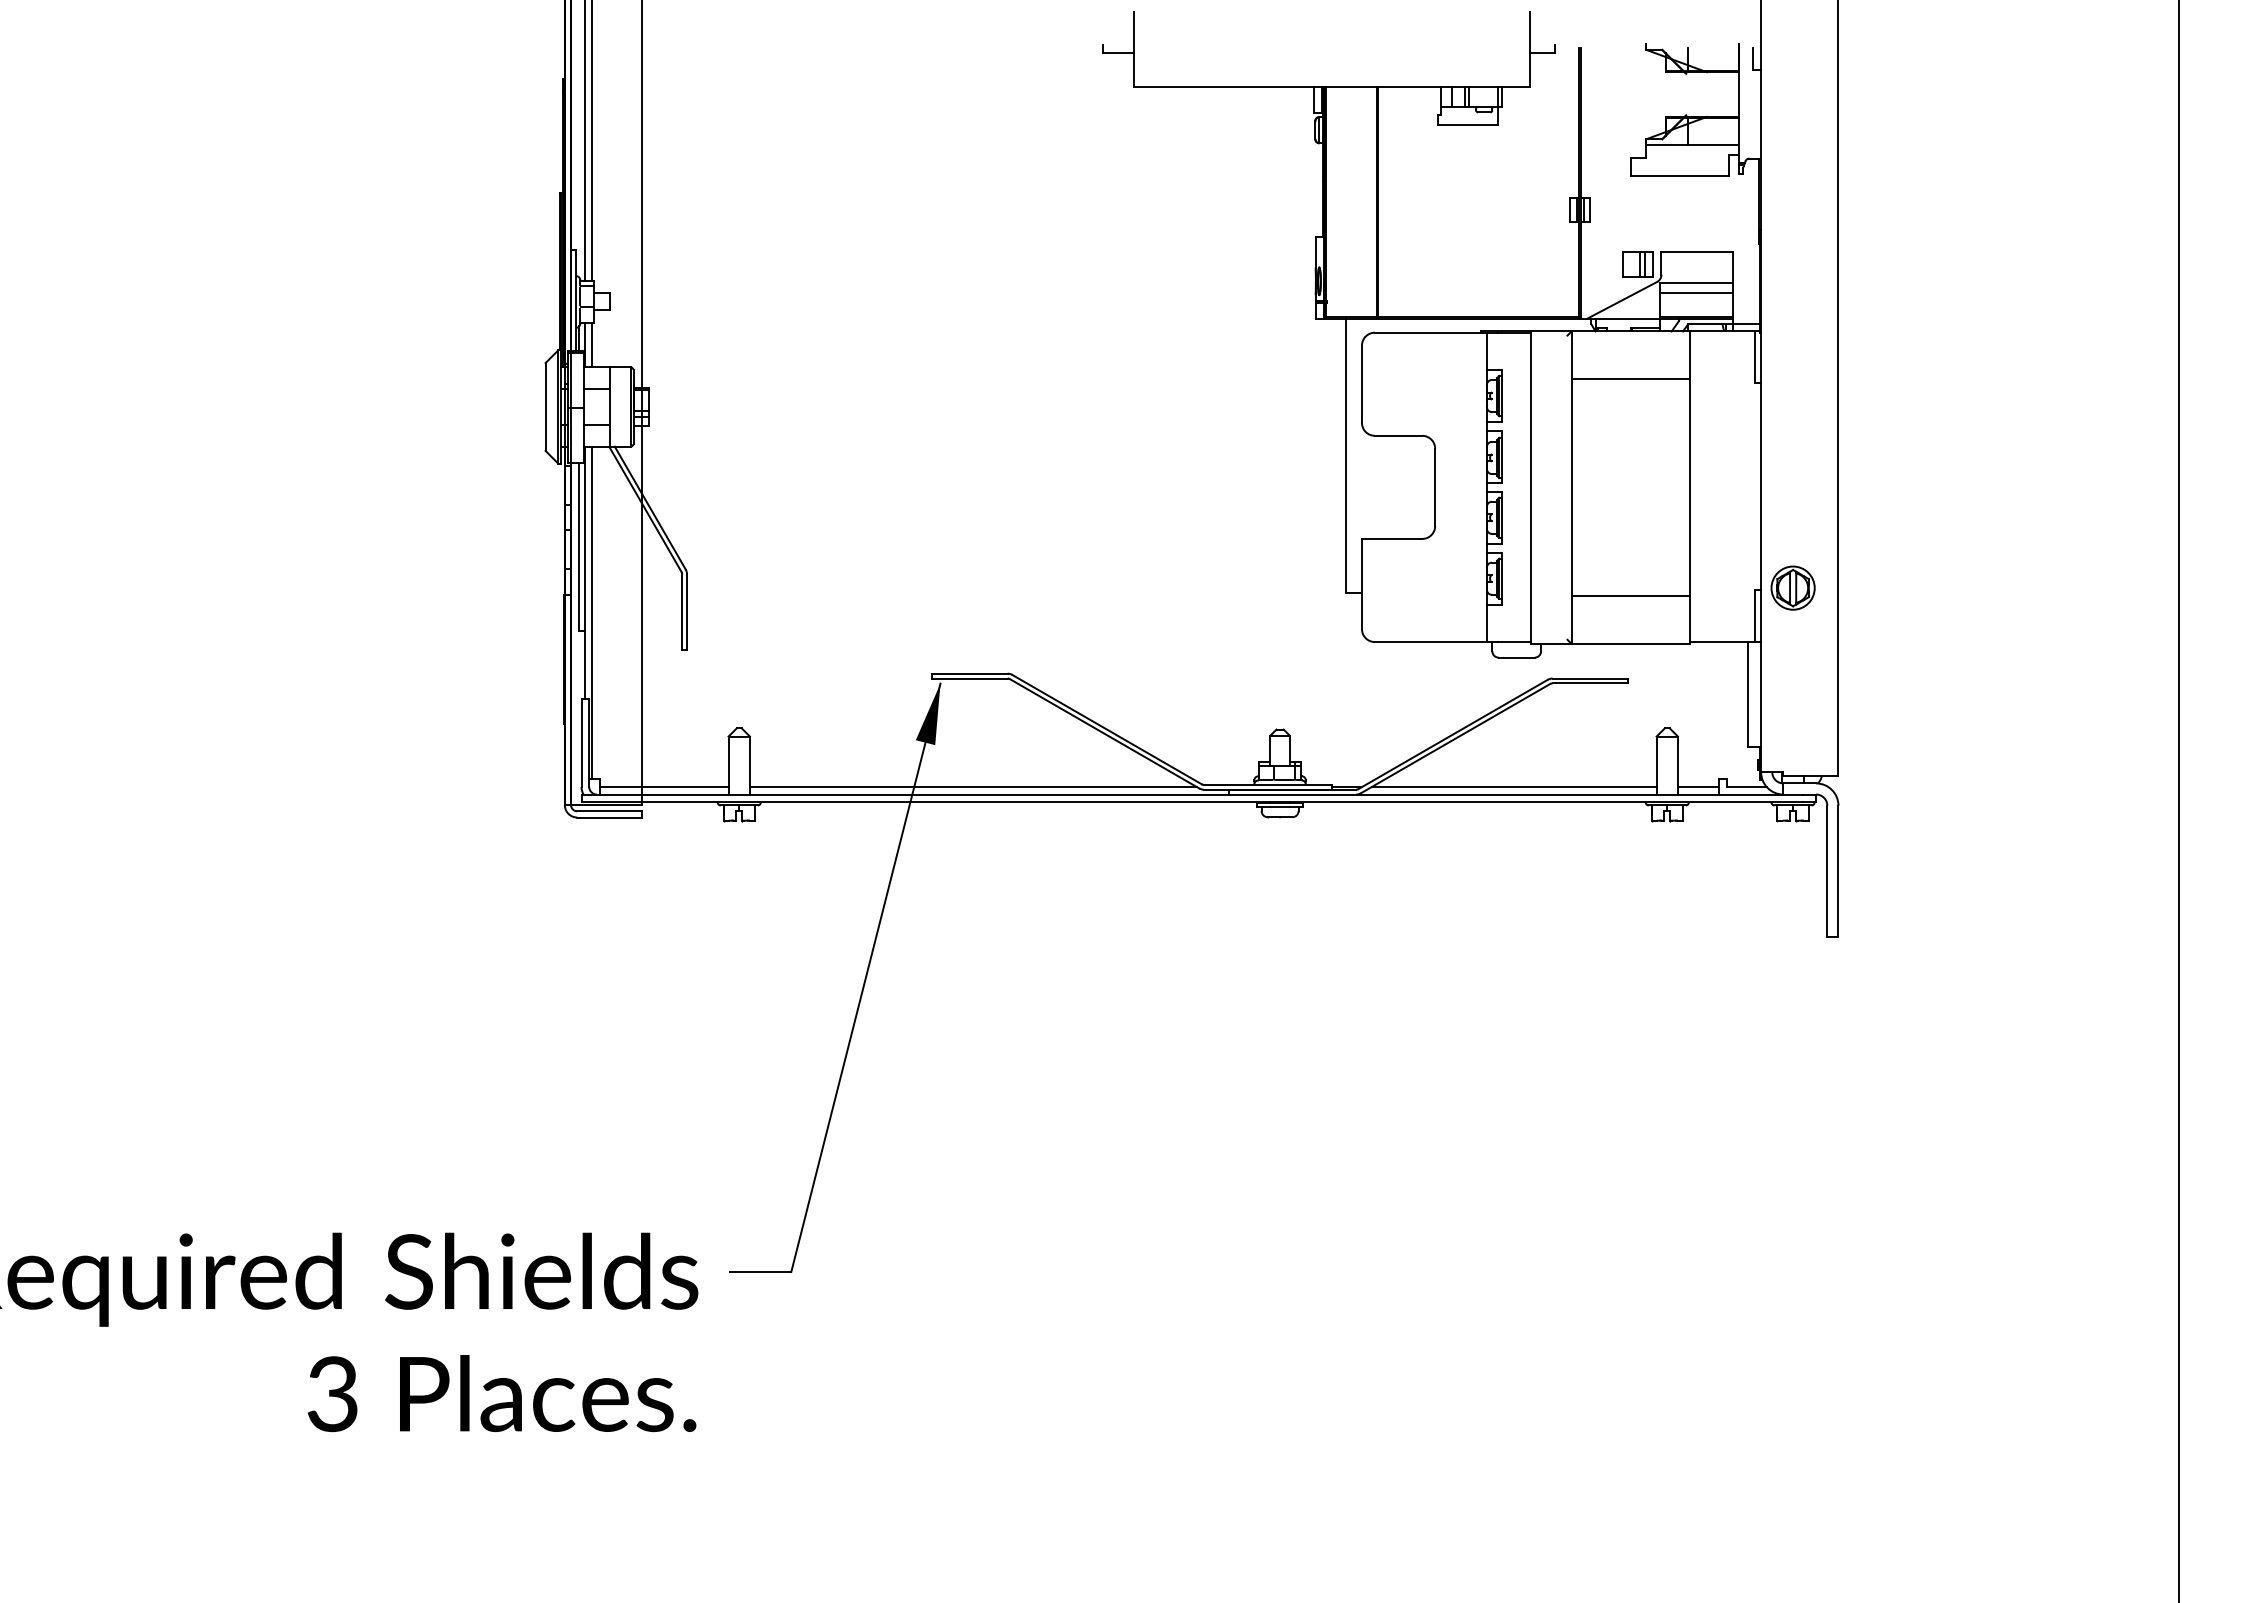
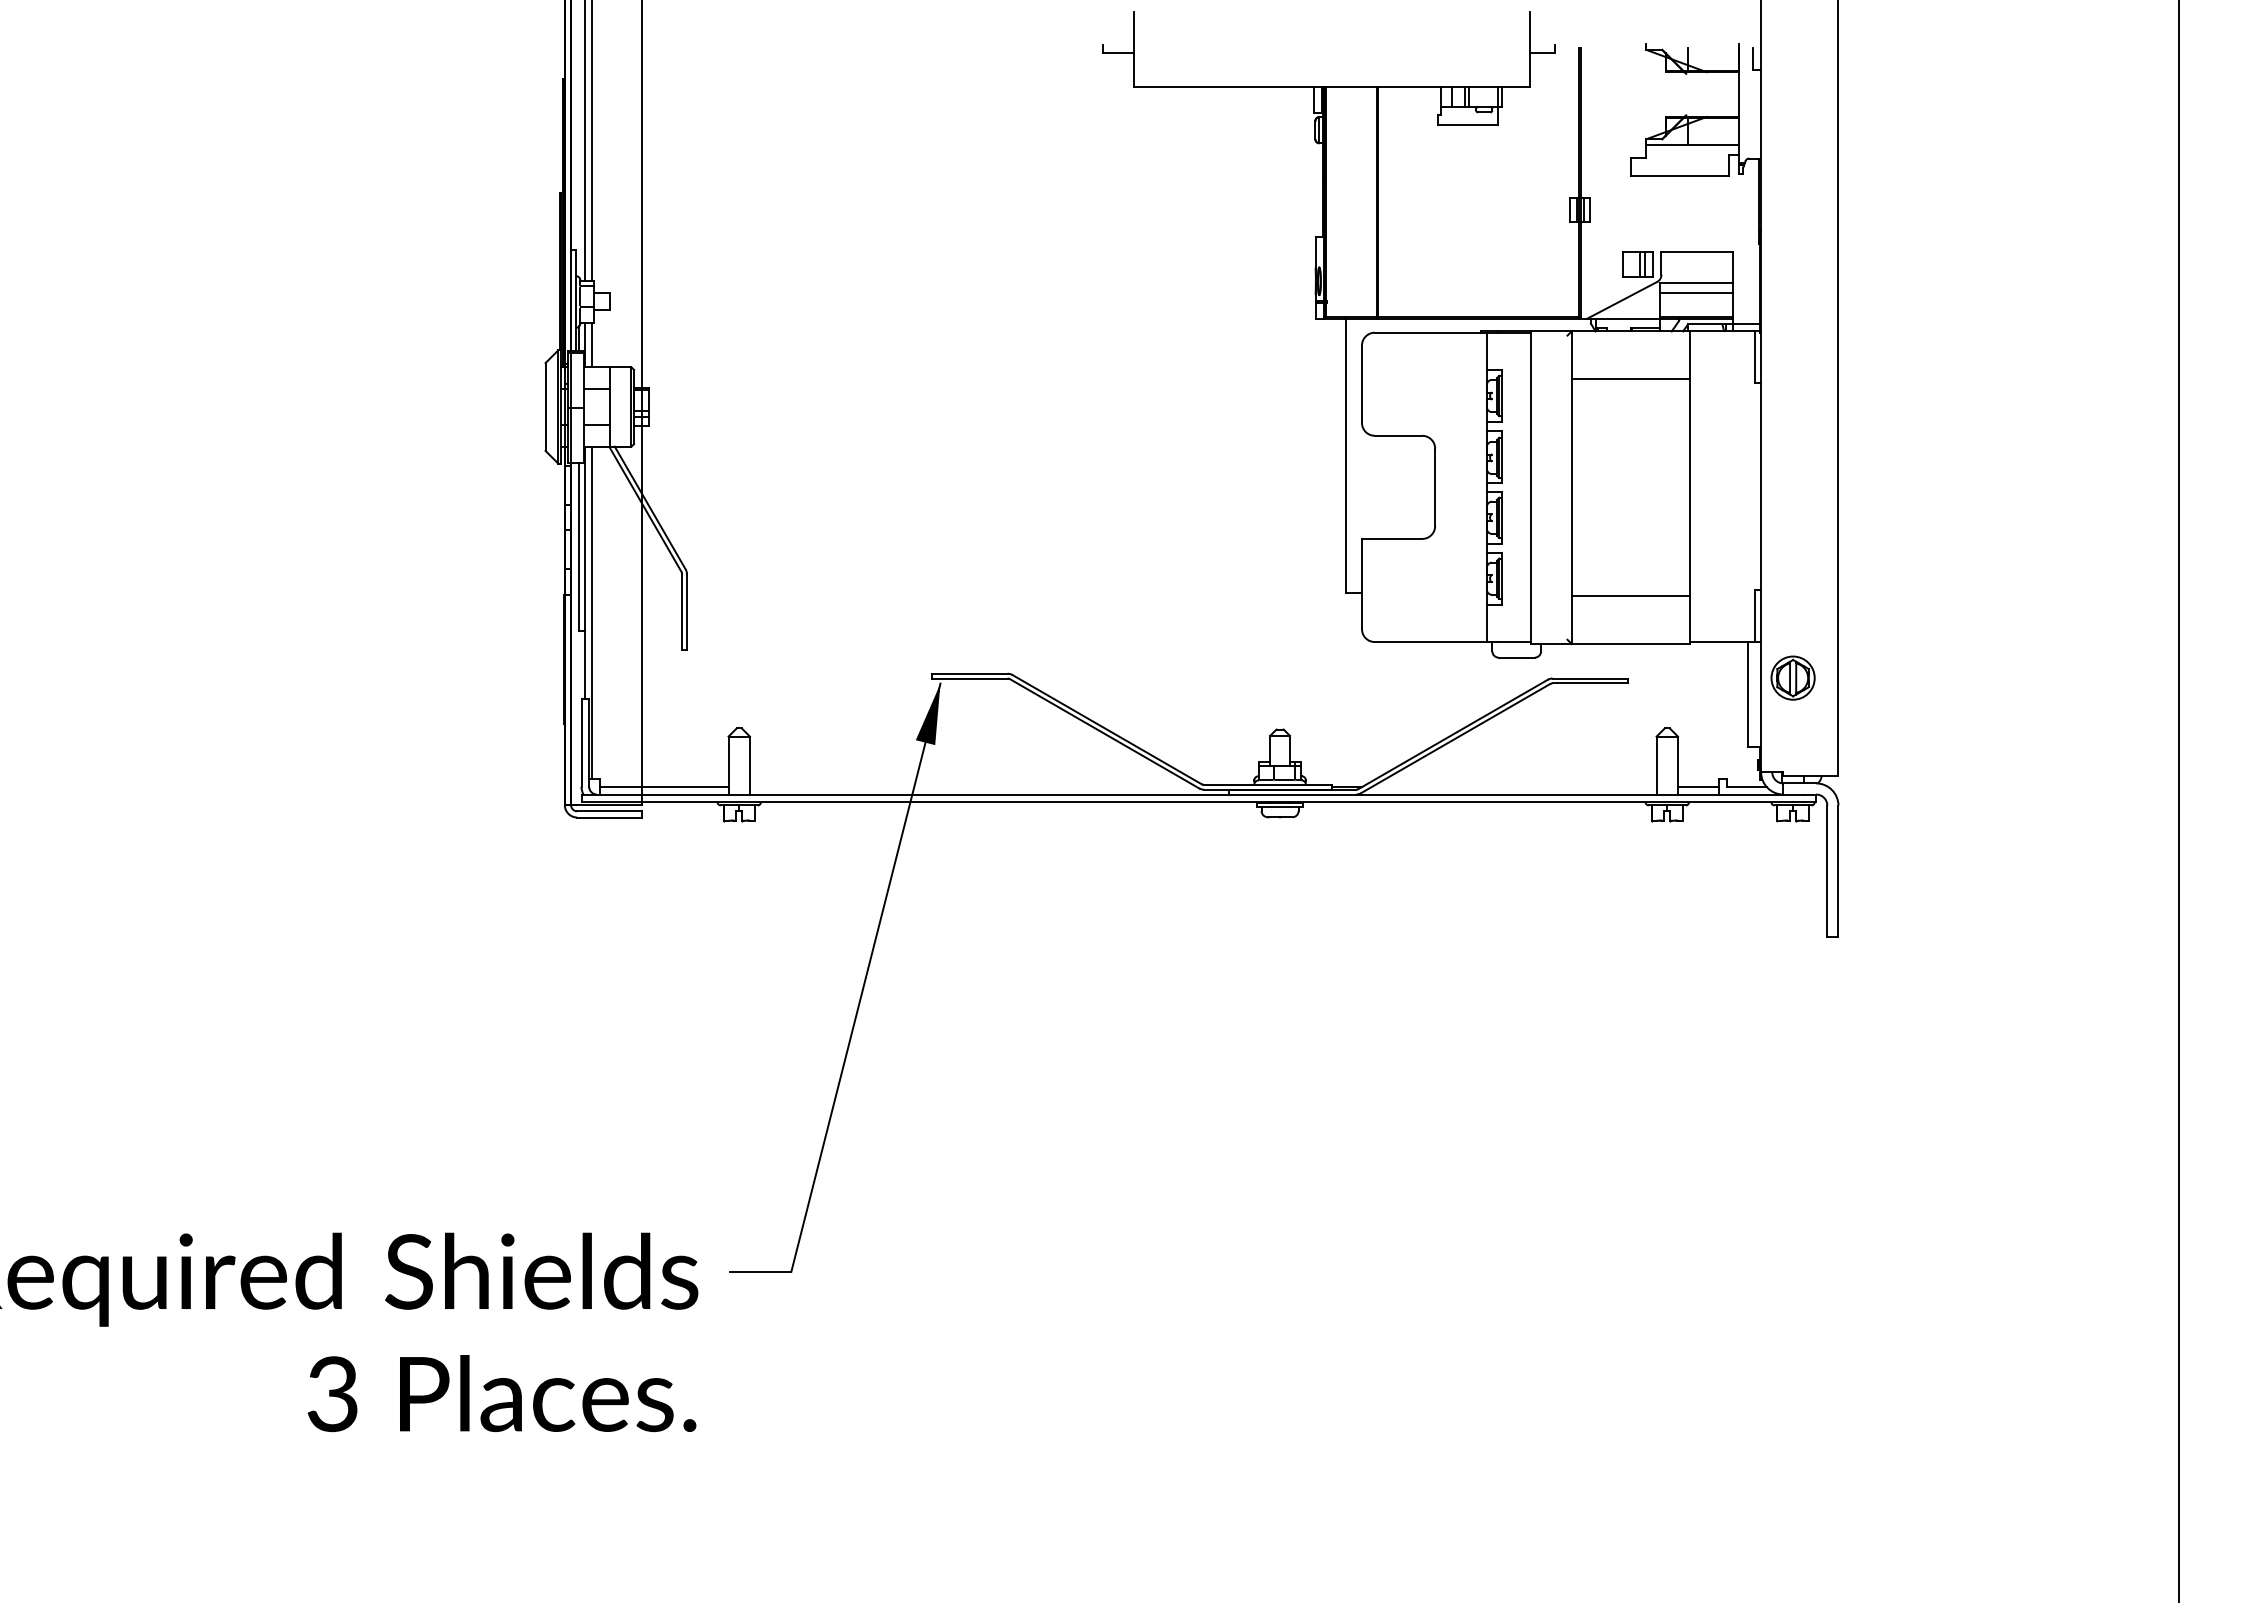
part at (1792, 587) position: (1792, 587) -> (1792, 677)
line at (972, 786): present -> none
line at (1514, 786): present -> none
